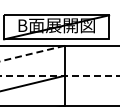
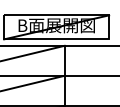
line at (32, 53): dashed -> solid
line at (60, 75): dashed -> solid
